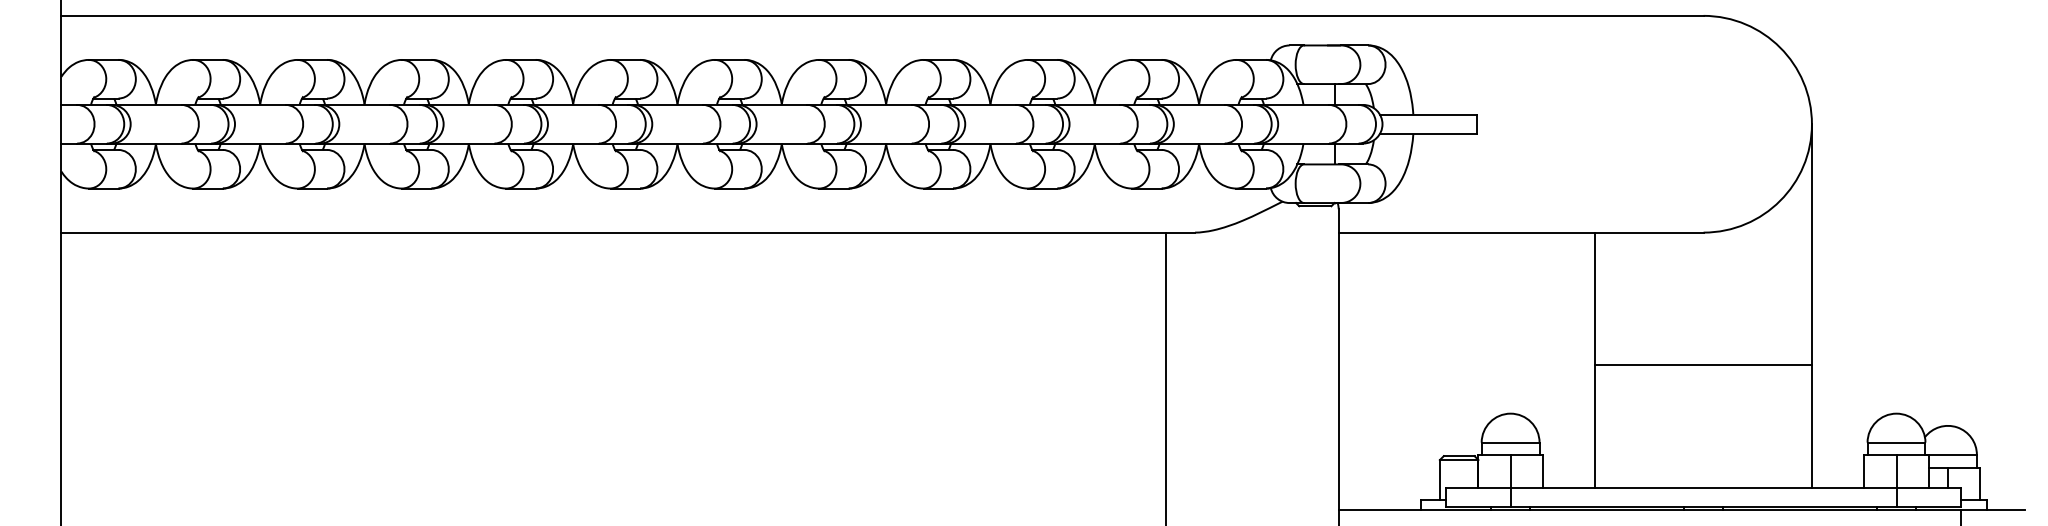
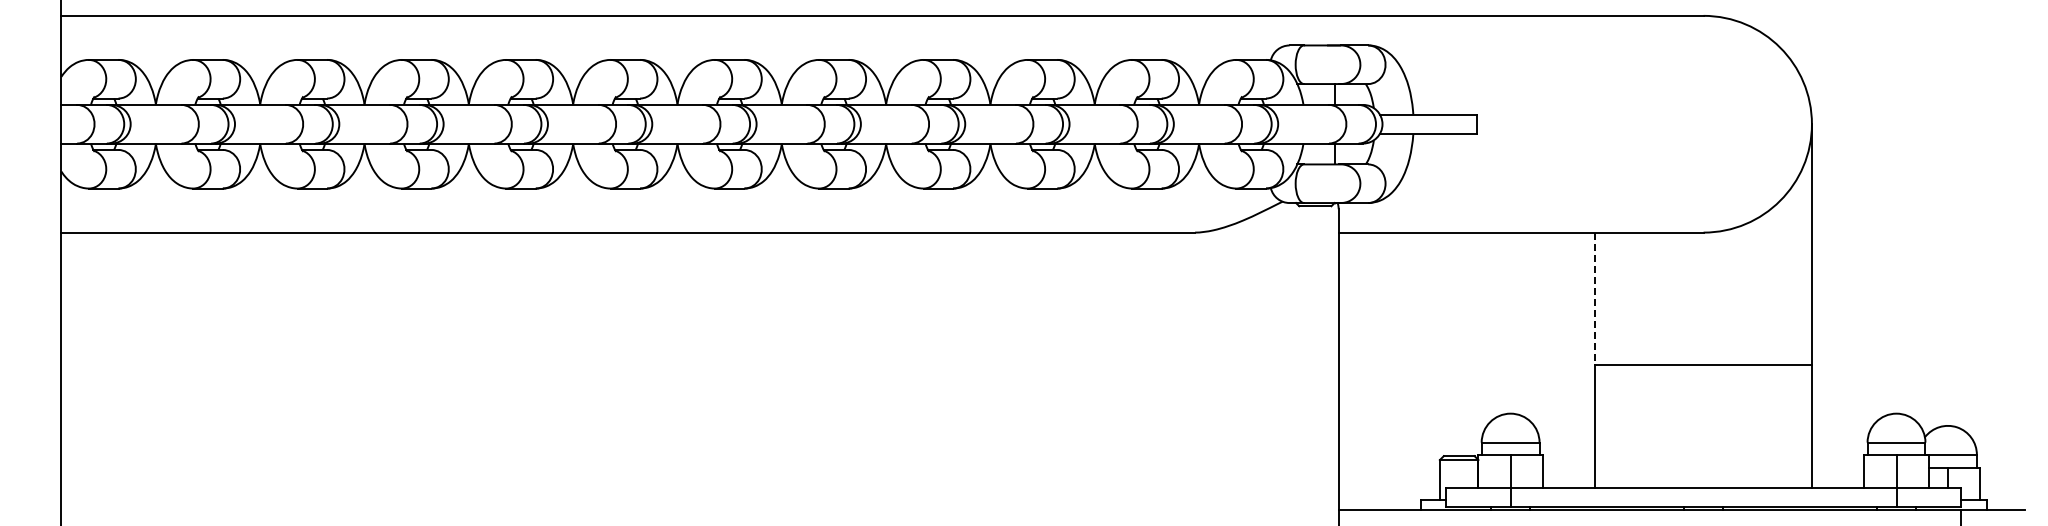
line at (1595, 299): solid -> dashed
line at (1165, 377): present -> none
